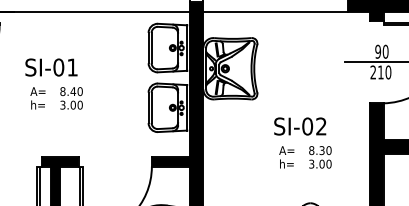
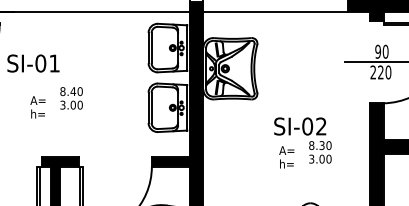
text at (51, 67) position: (51, 67) -> (33, 63)
text at (380, 72): 210 -> 220
text at (37, 98) position: (37, 98) -> (37, 107)
text at (320, 157) position: (320, 157) -> (320, 152)
